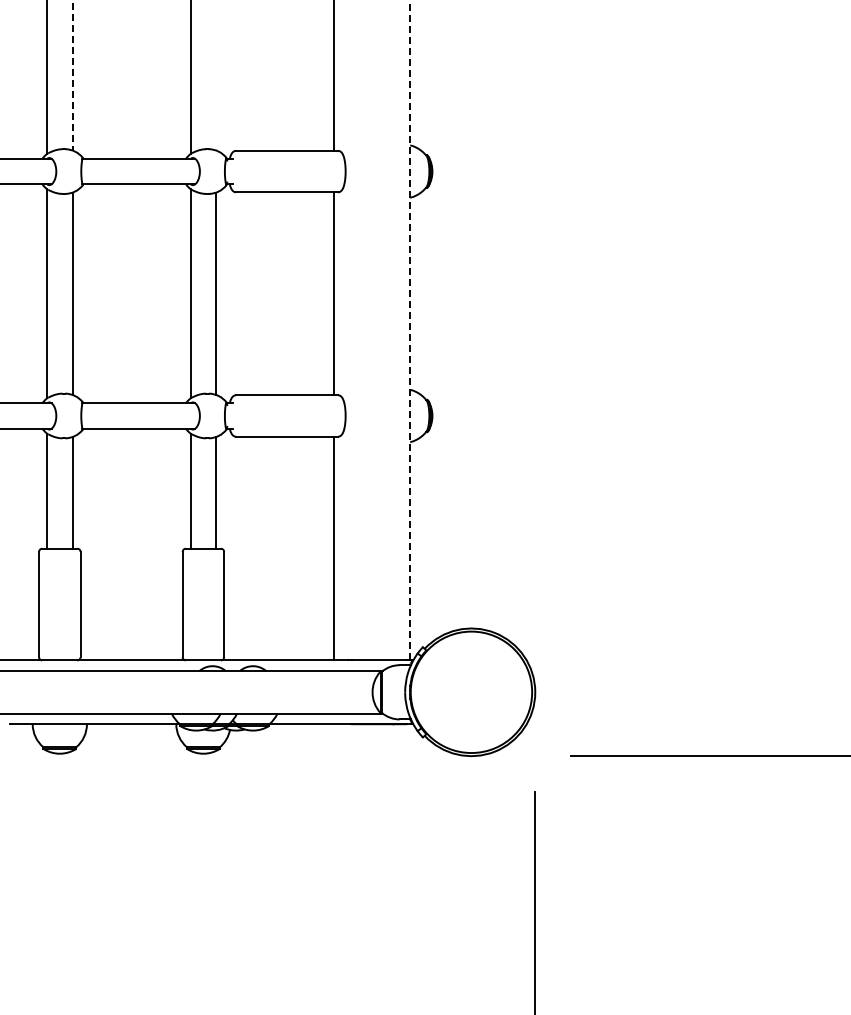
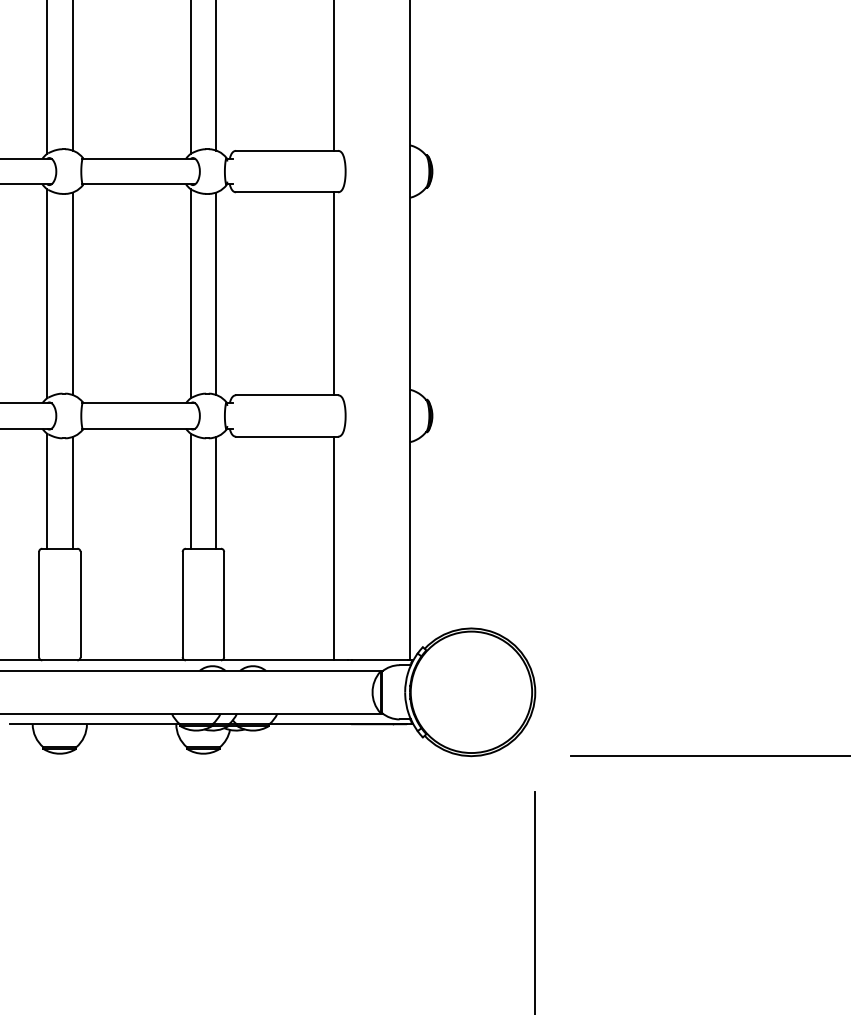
line at (72, 75): dashed -> solid
line at (216, 76): none -> present
line at (410, 330): dashed -> solid
